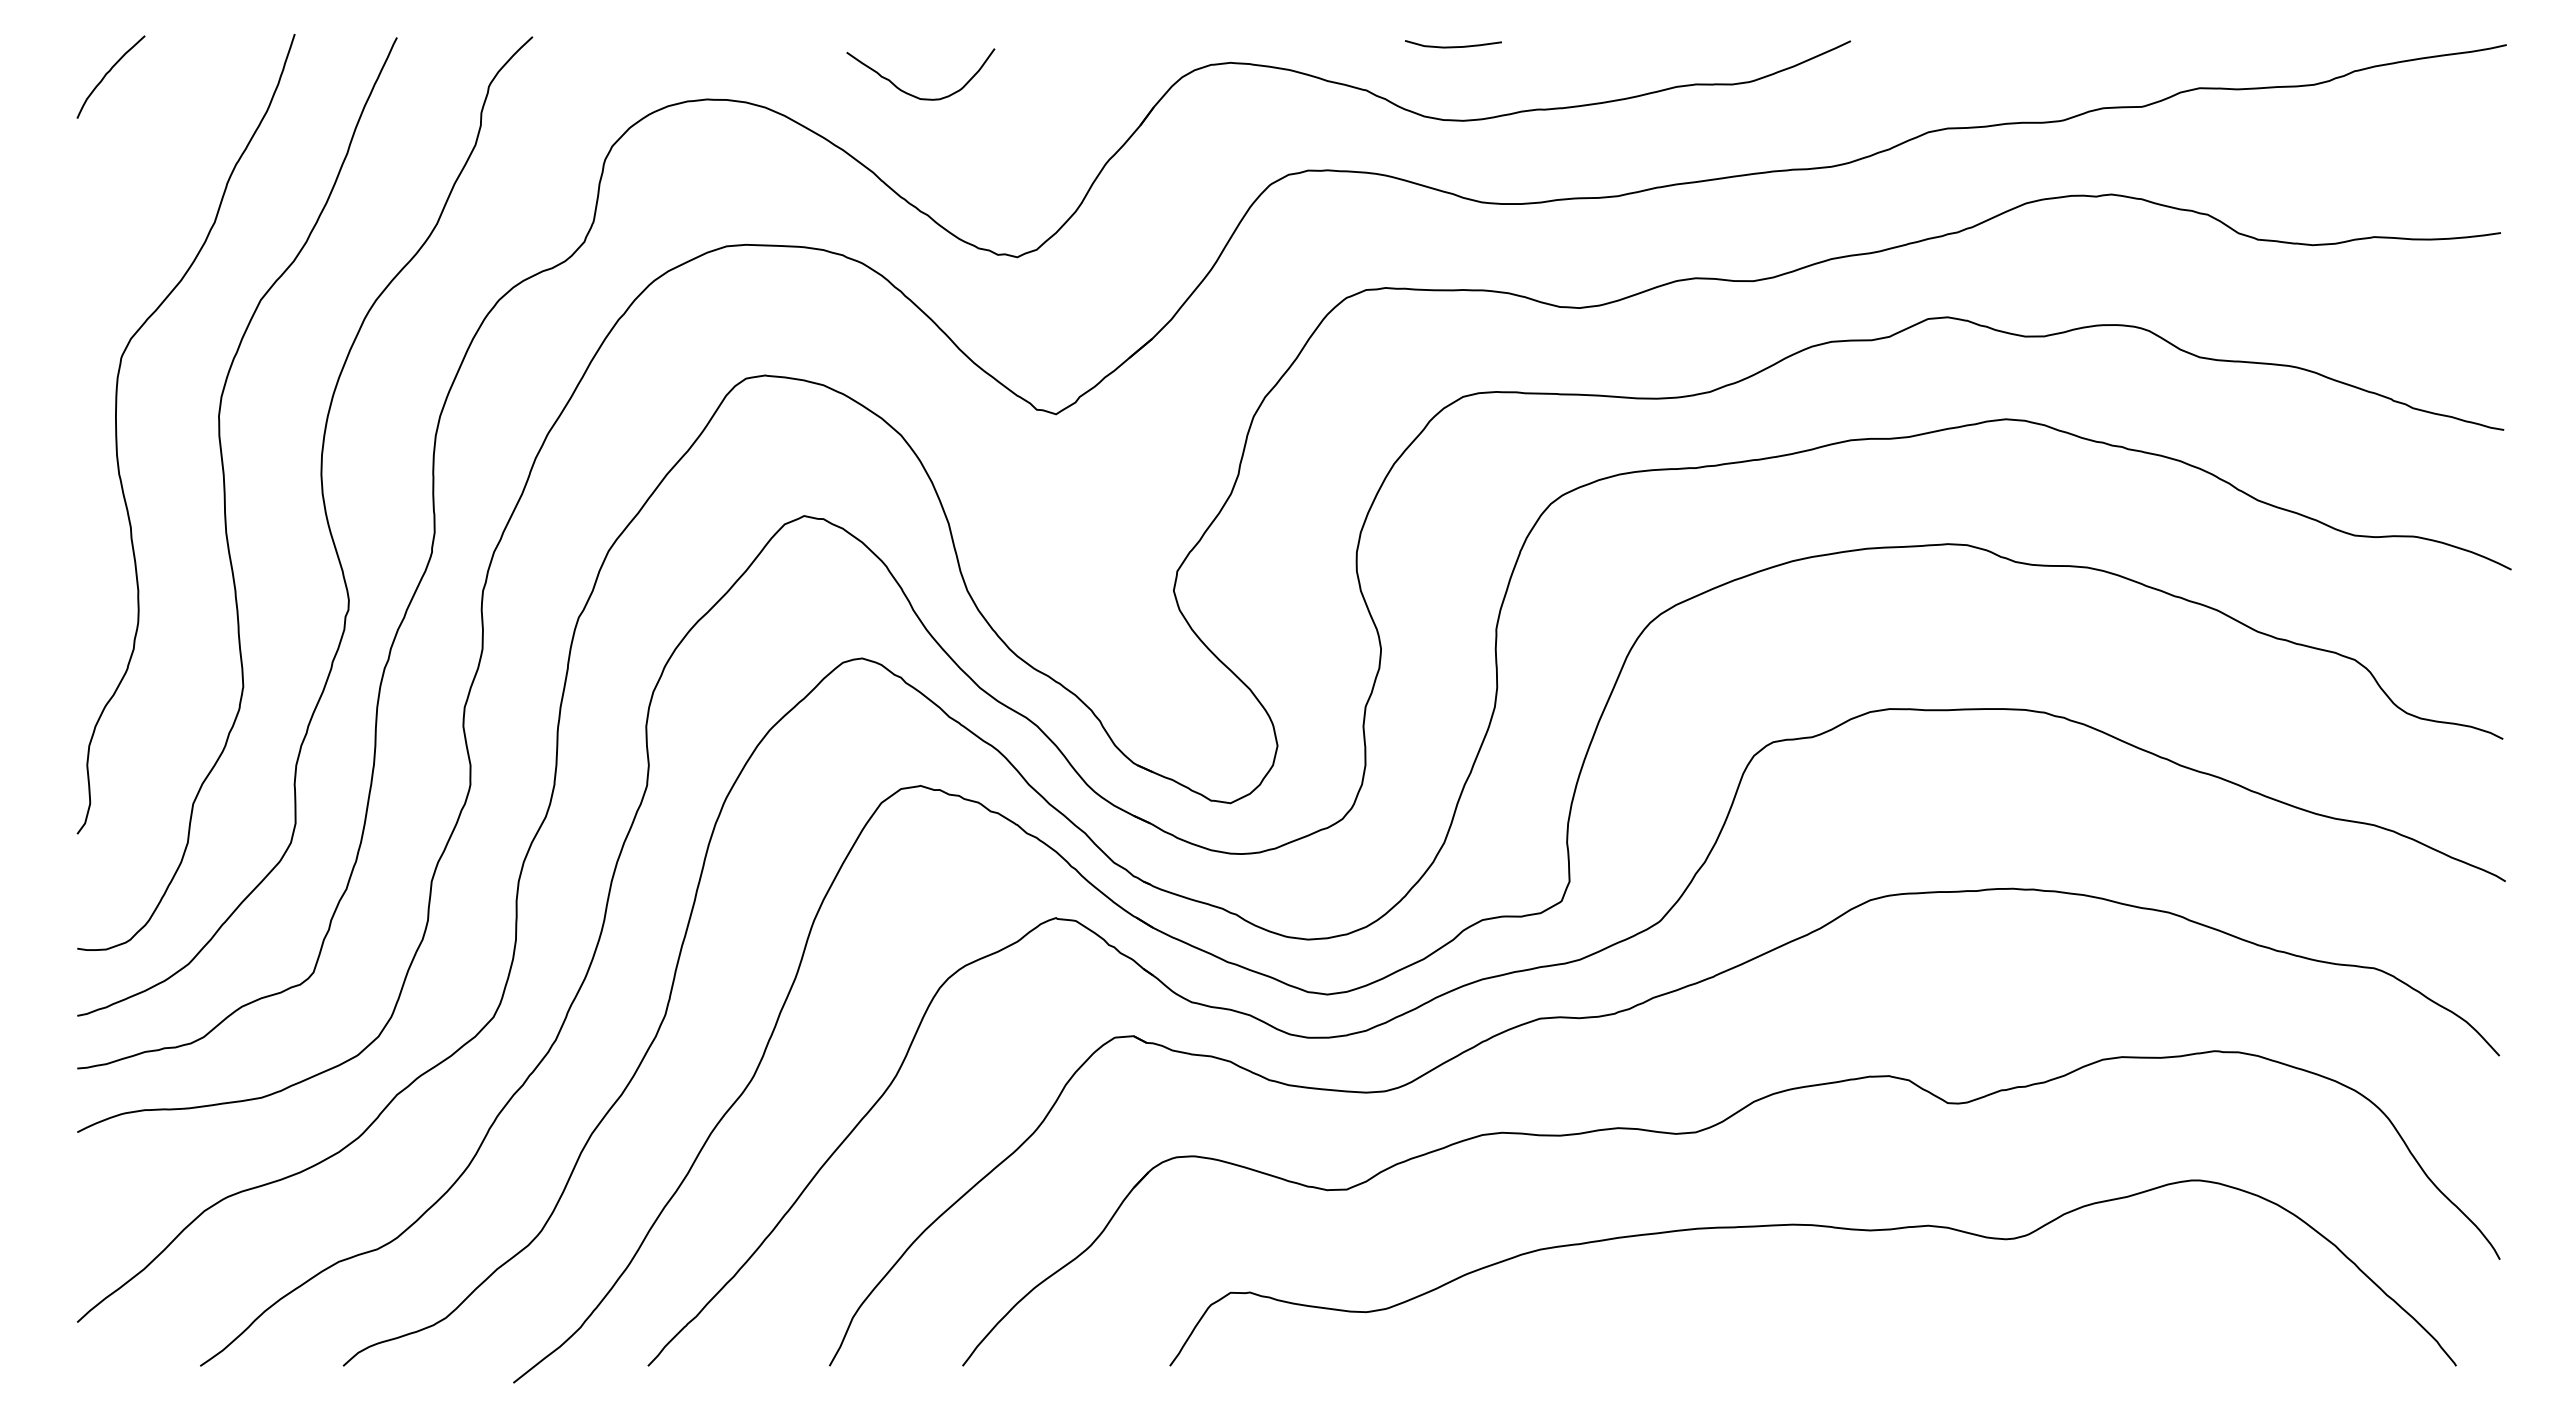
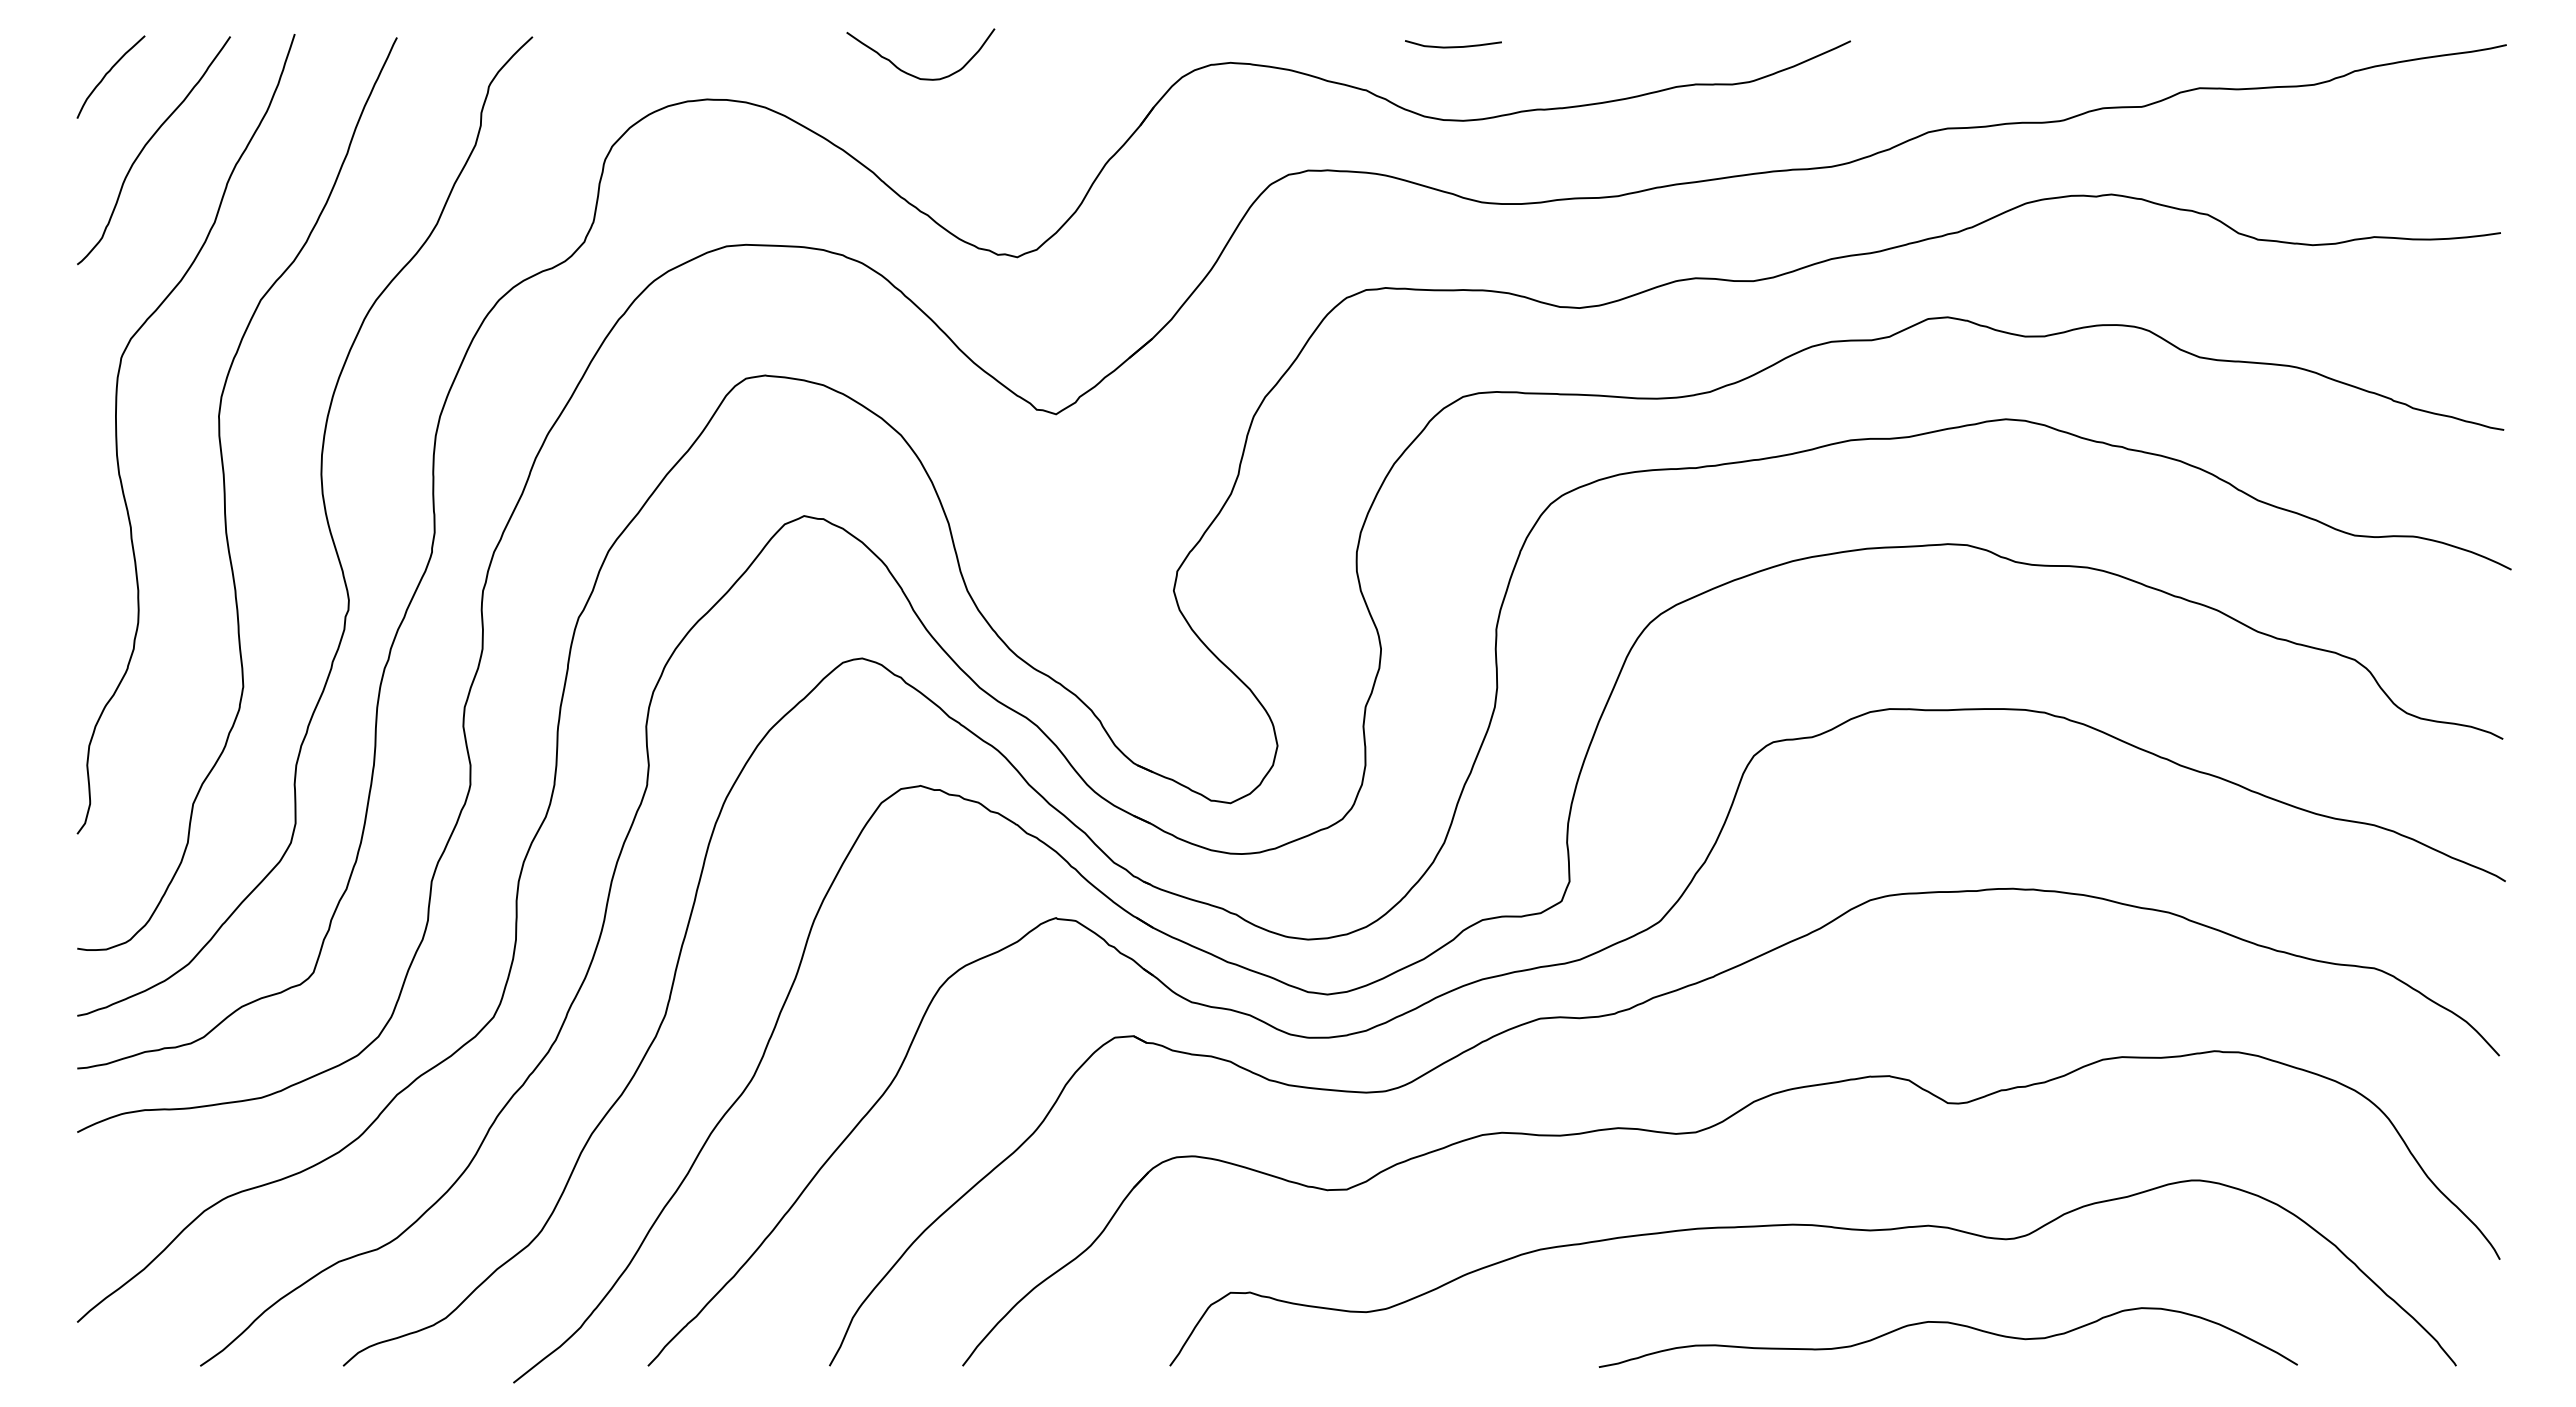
curve at (910, 93) position: (910, 93) -> (910, 73)
curve at (147, 144): none -> present
curve at (1951, 1324): none -> present
